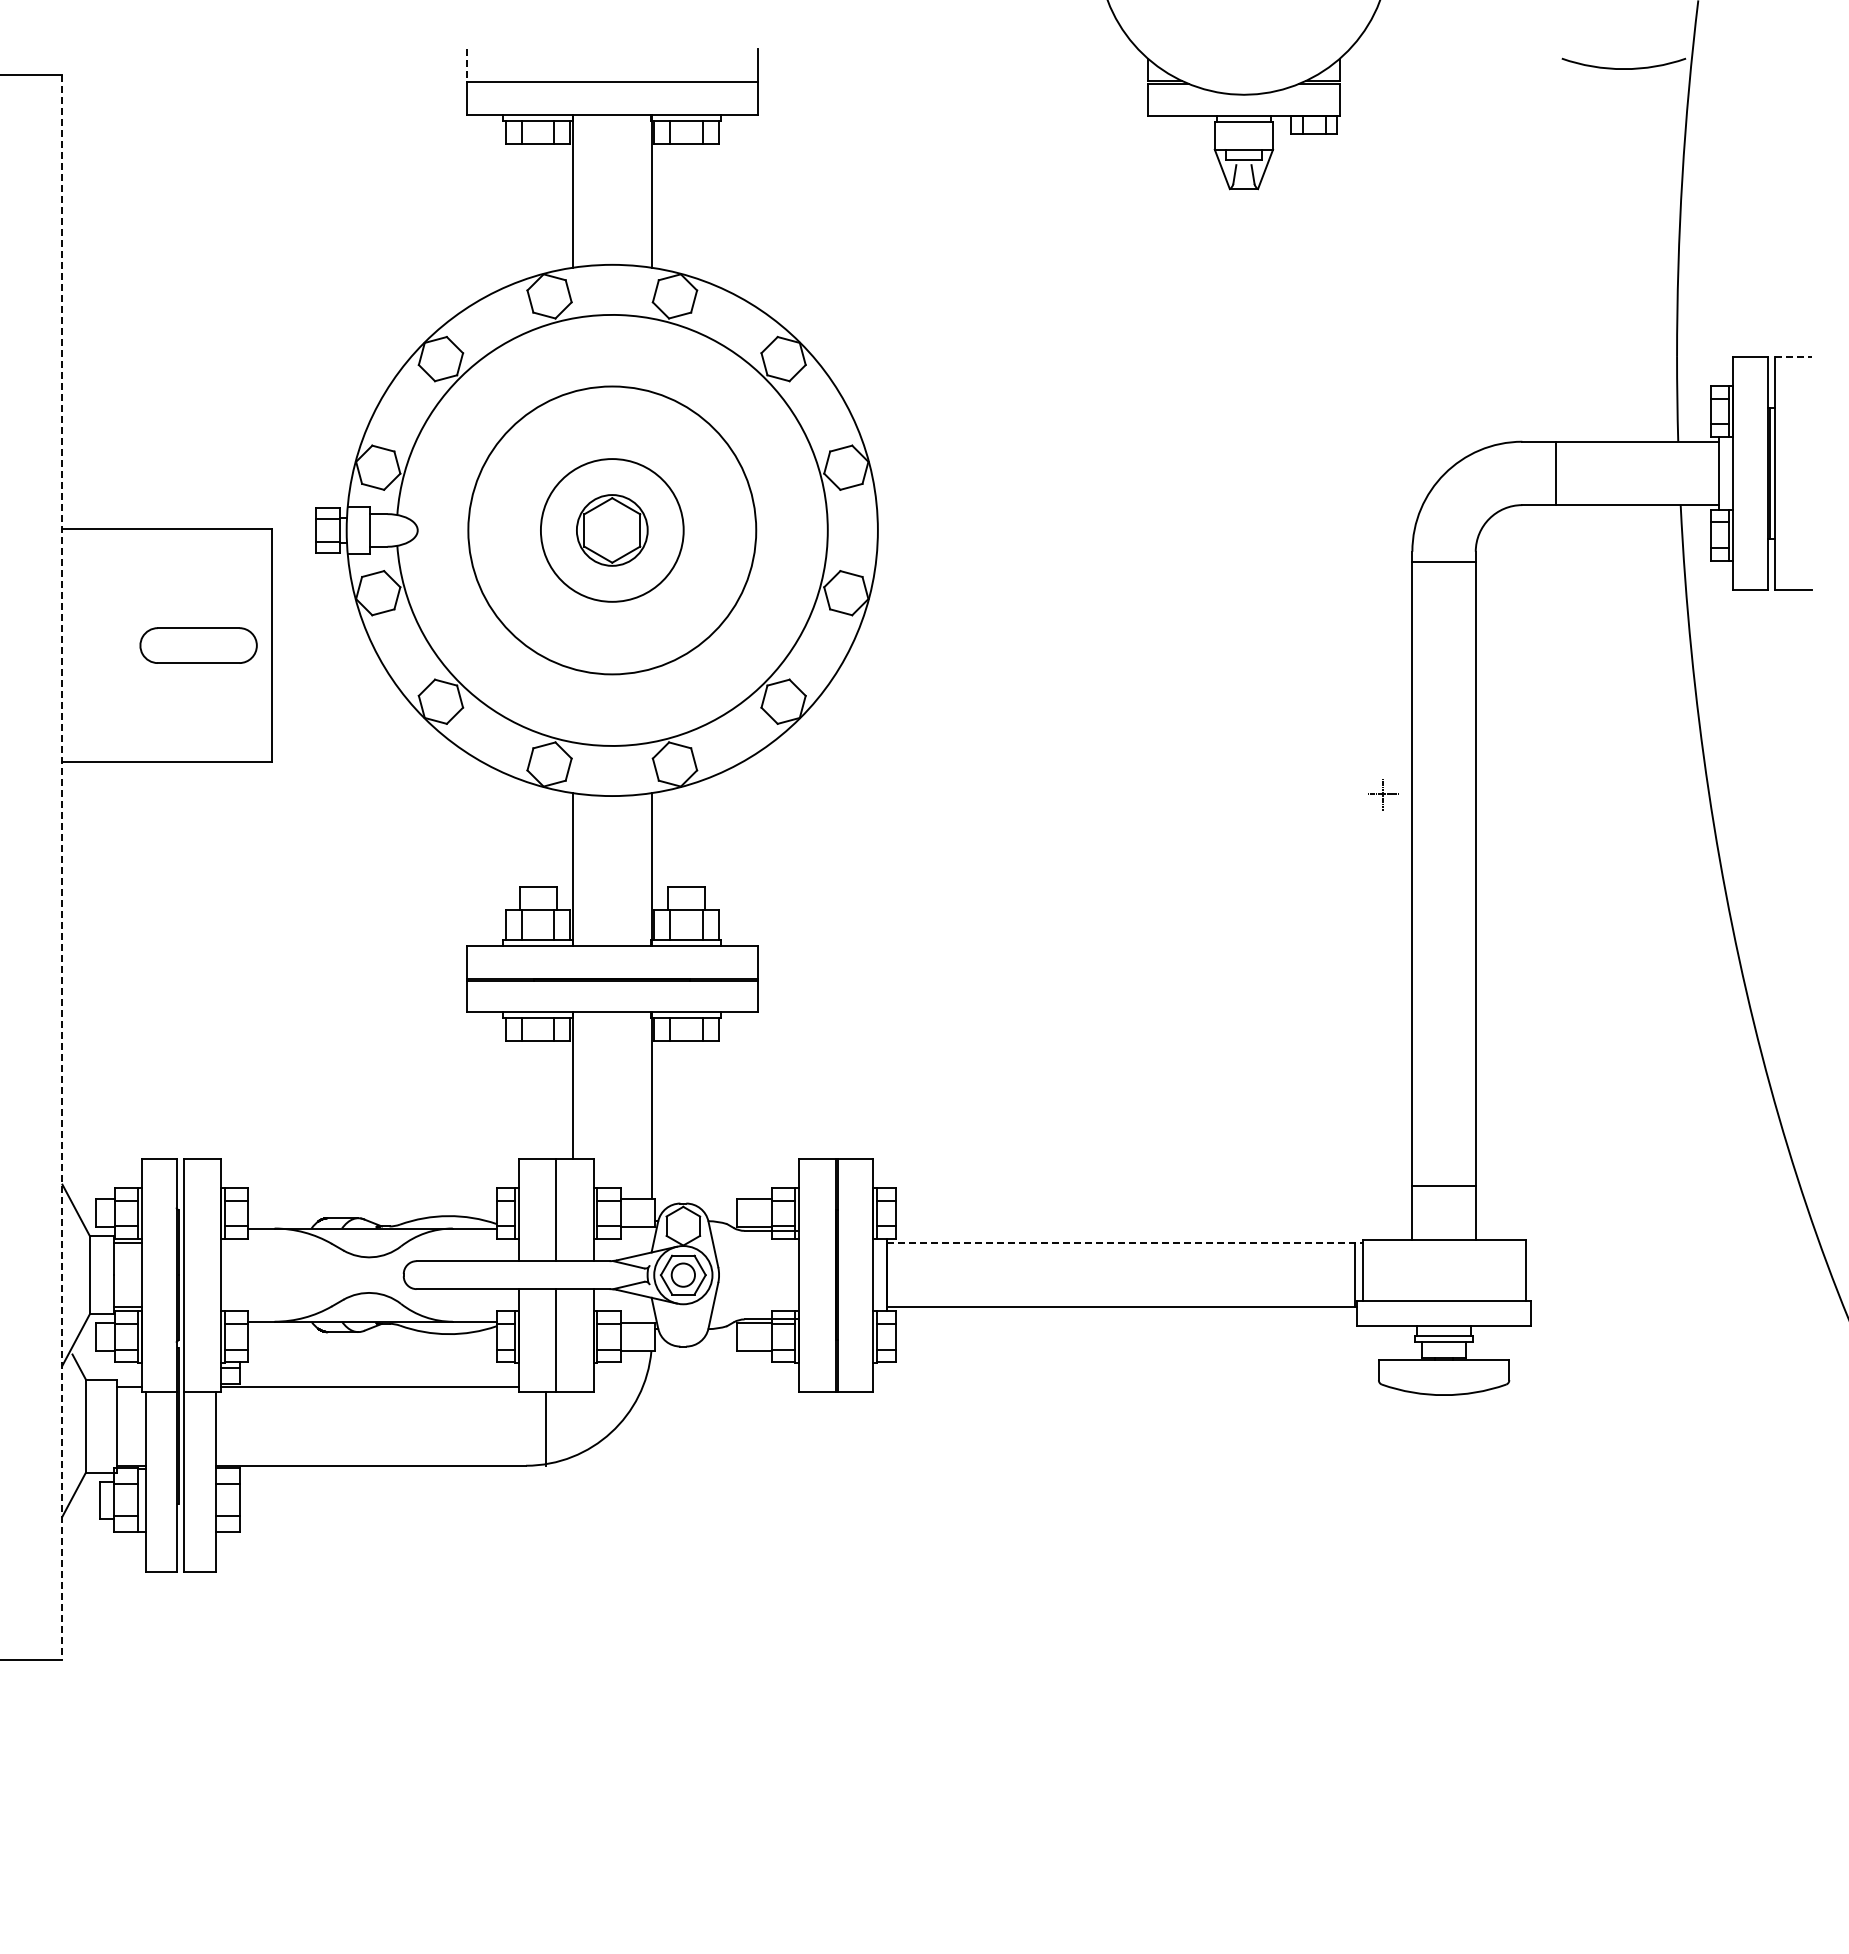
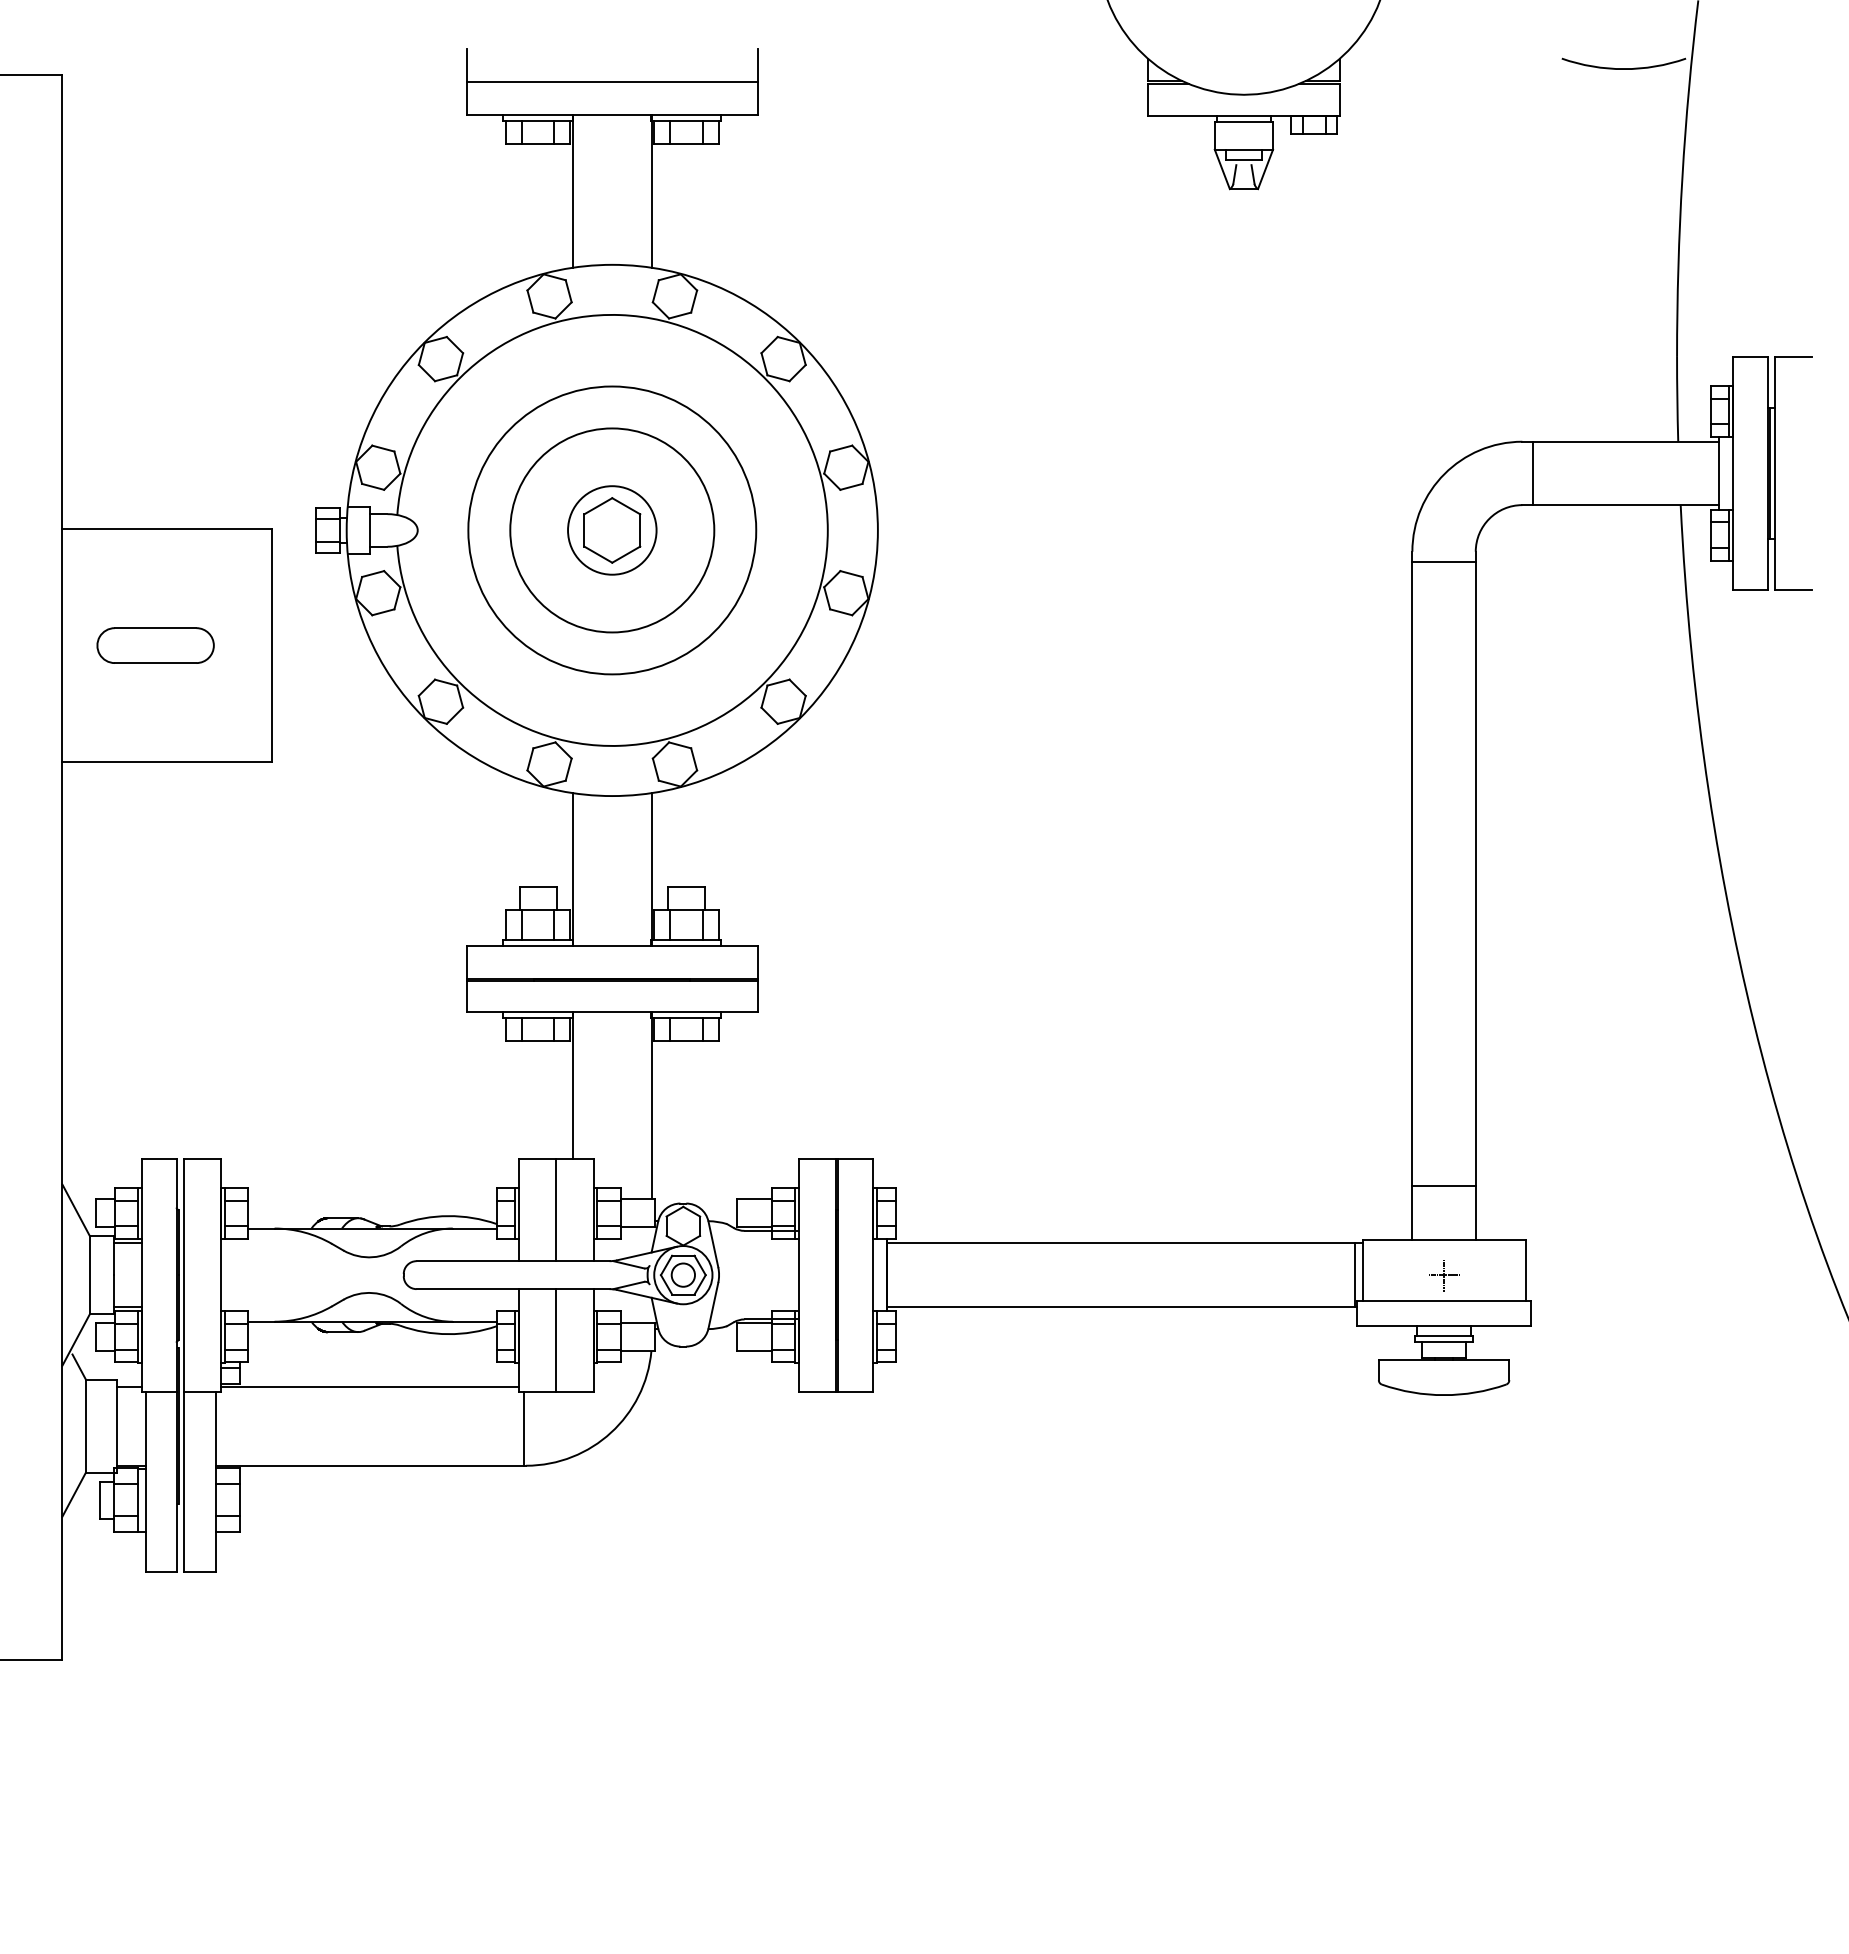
line at (466, 66): dashed -> solid
line at (1793, 356): dashed -> solid
line at (1555, 473) position: (1555, 473) -> (1532, 473)
circle at (611, 530) diameter: 143 px -> 204 px
circle at (611, 530) diameter: 71 px -> 89 px
part at (198, 645) position: (198, 645) -> (155, 645)
part at (1383, 794) position: (1383, 794) -> (1444, 1275)
line at (62, 867): dashed -> solid
line at (1124, 1243): dashed -> solid
line at (545, 1428) position: (545, 1428) -> (523, 1428)
